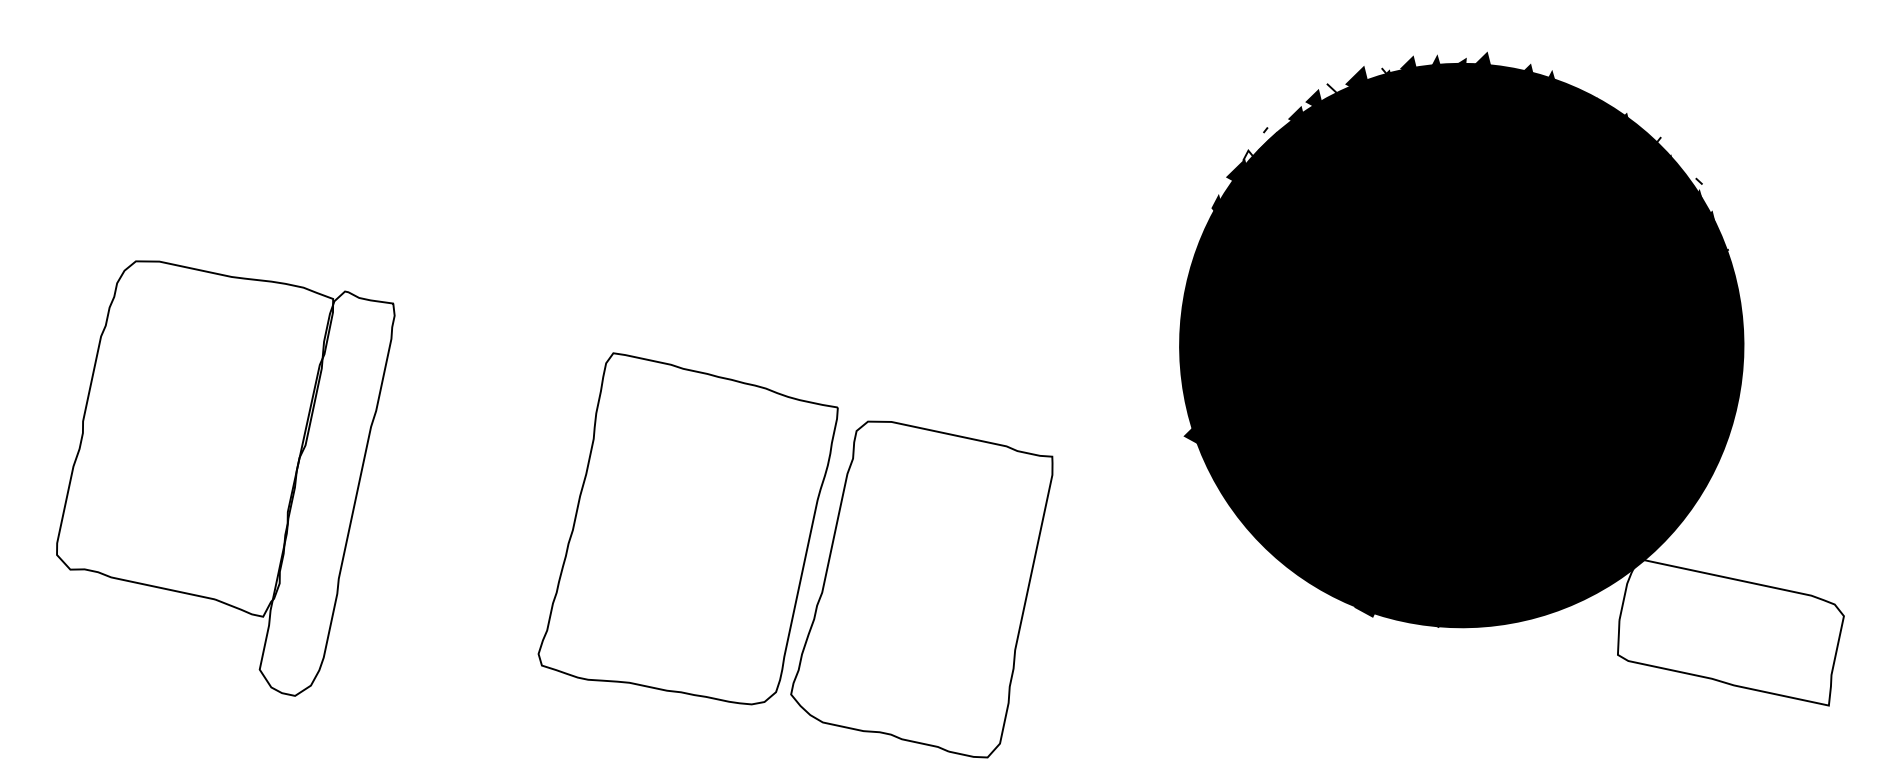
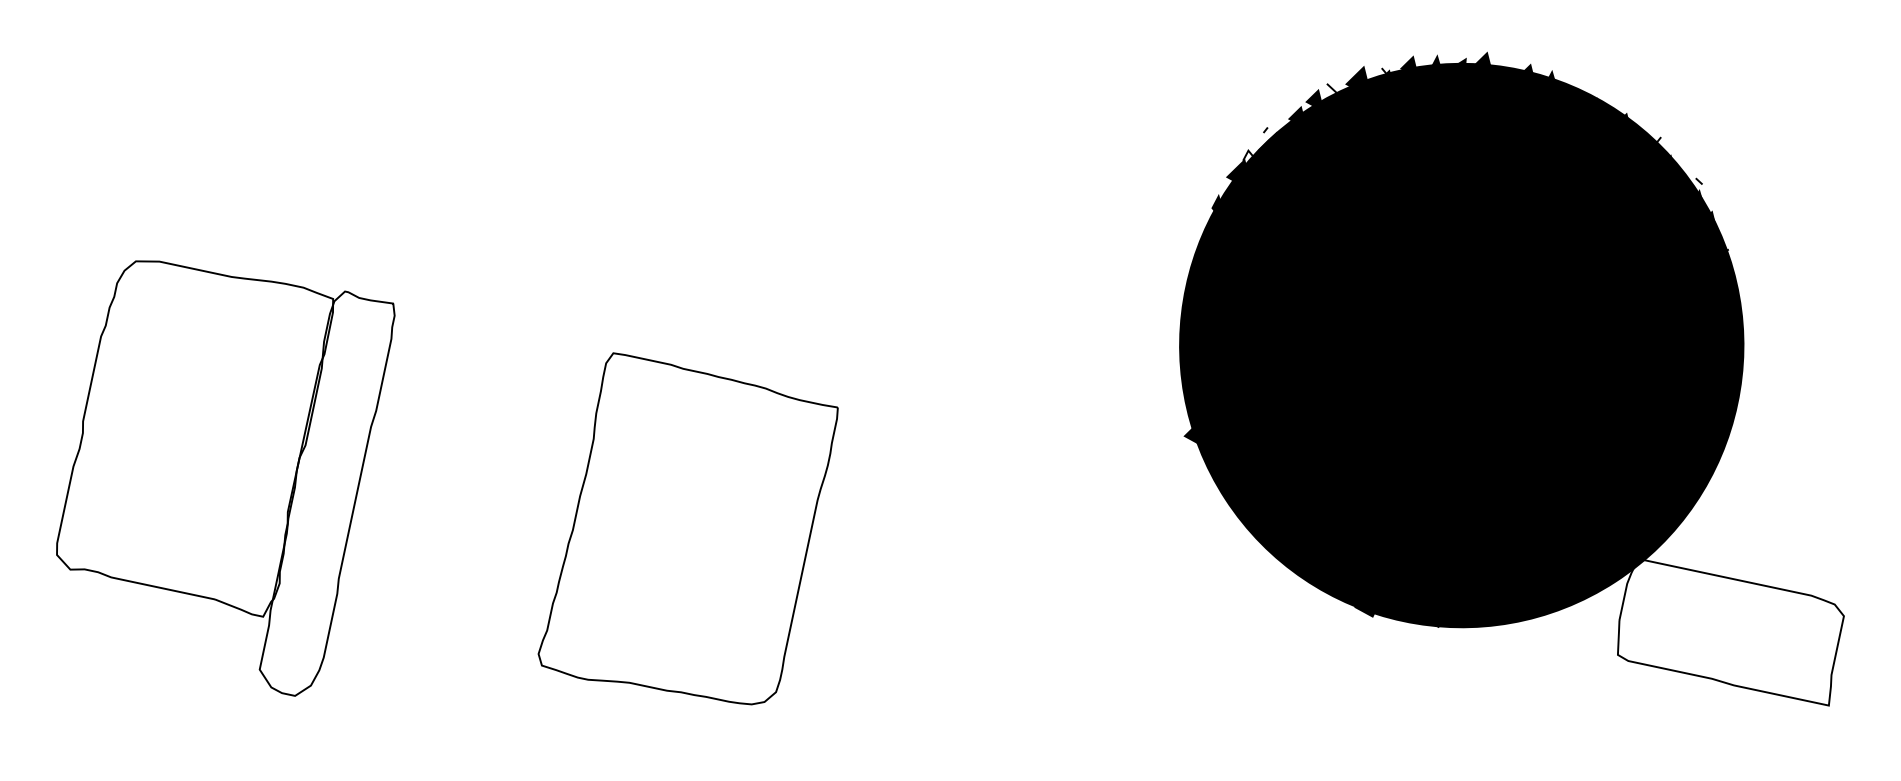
part at (921, 589): present -> none
